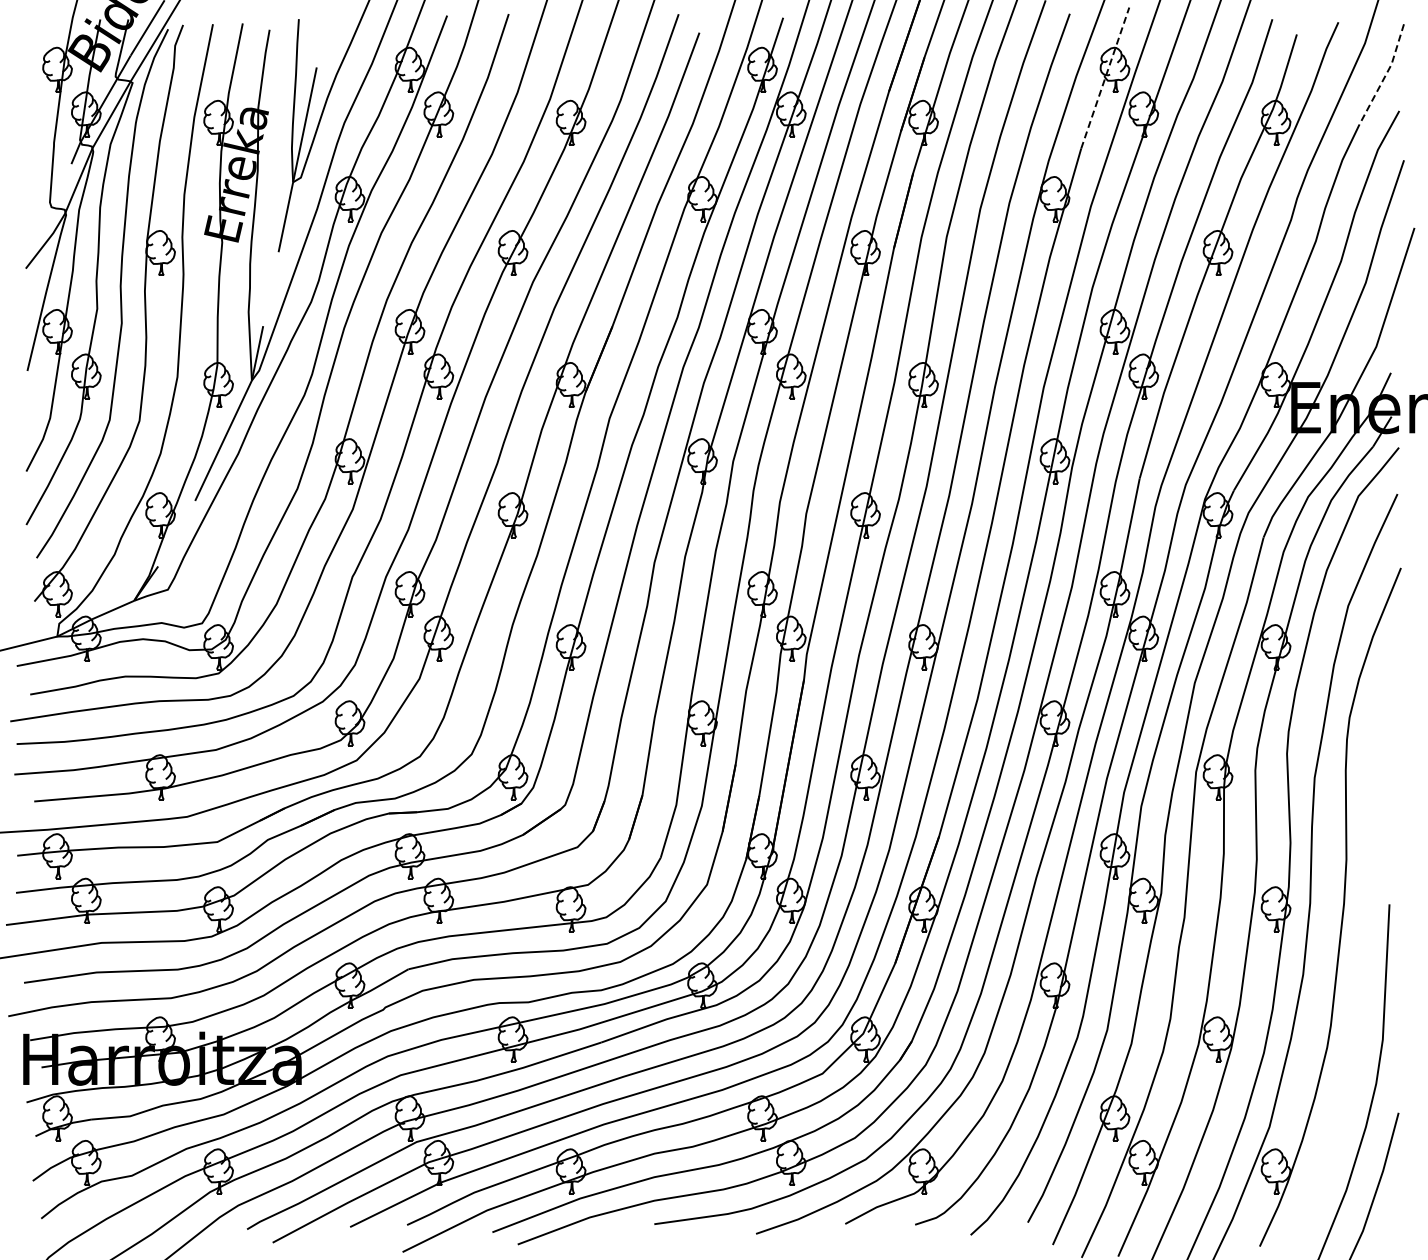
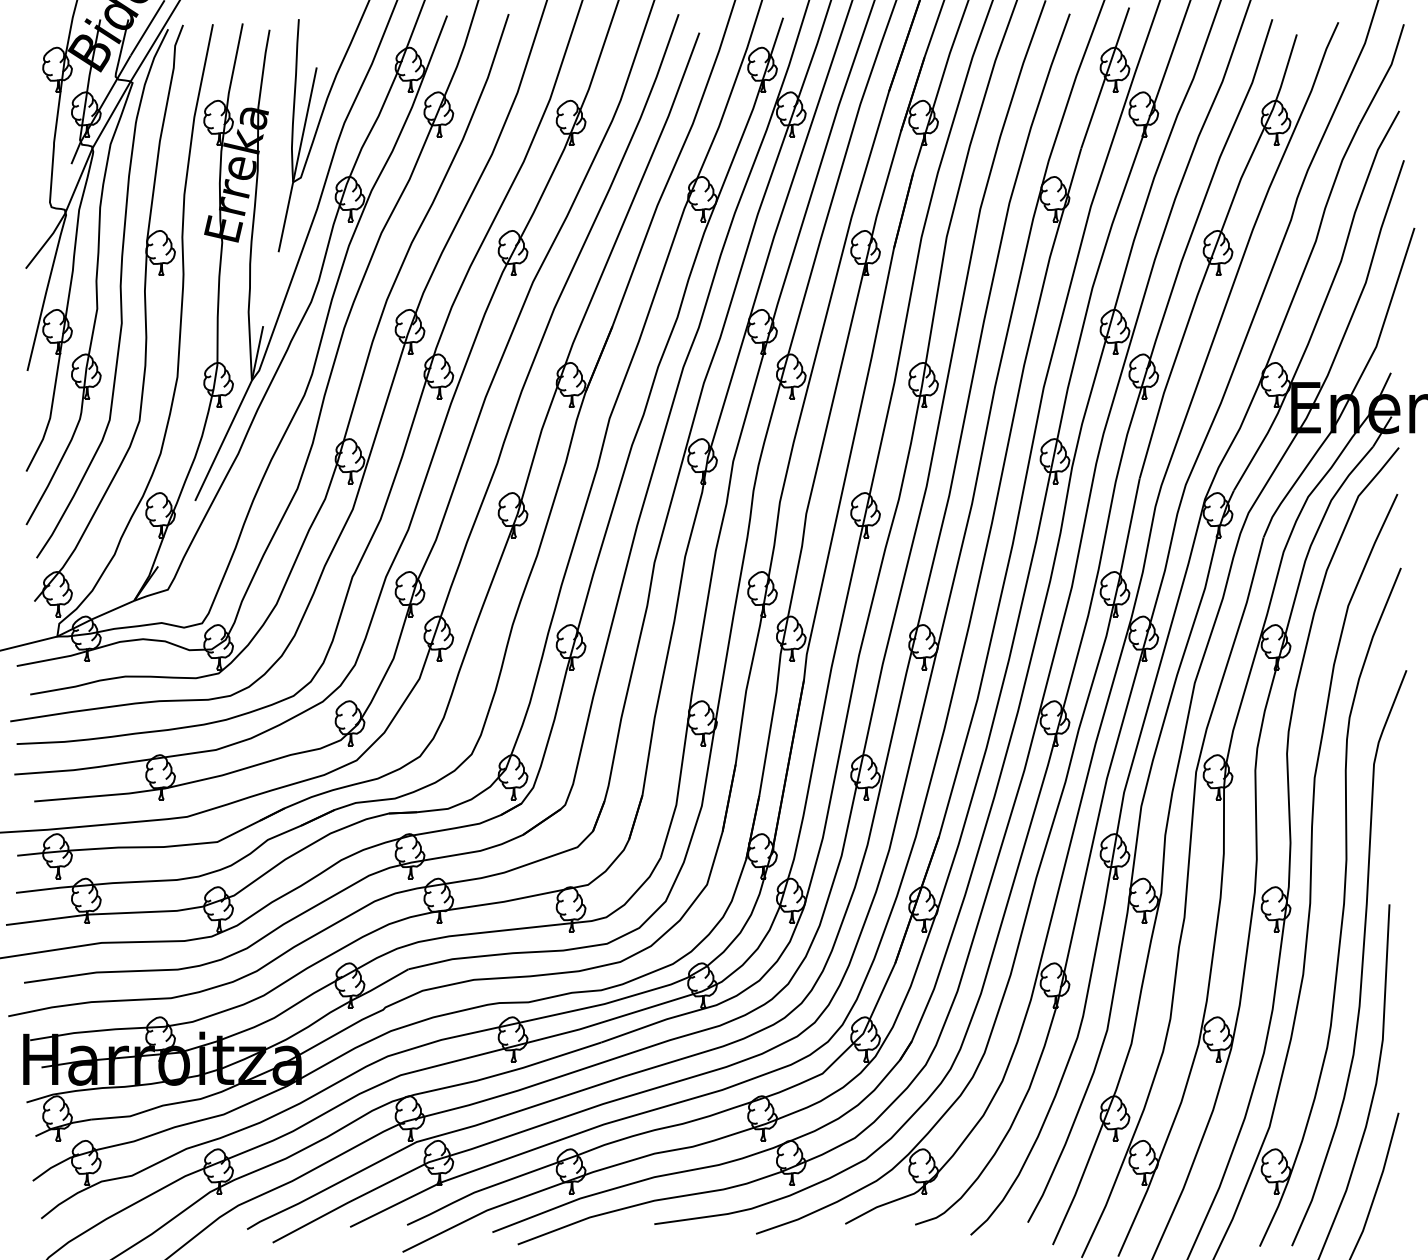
line at (1385, 75): dashed -> solid
line at (1105, 78): dashed -> solid
curve at (1361, 960): none -> present
